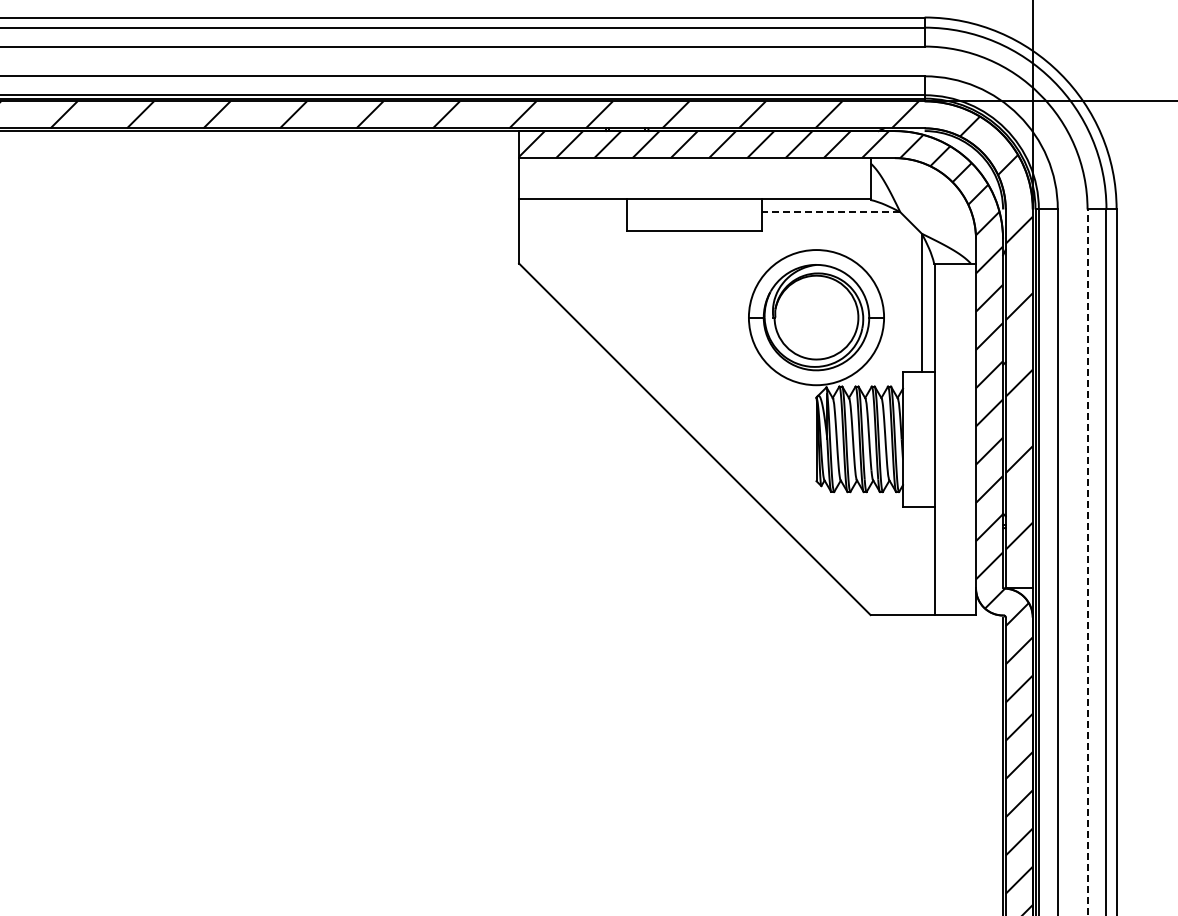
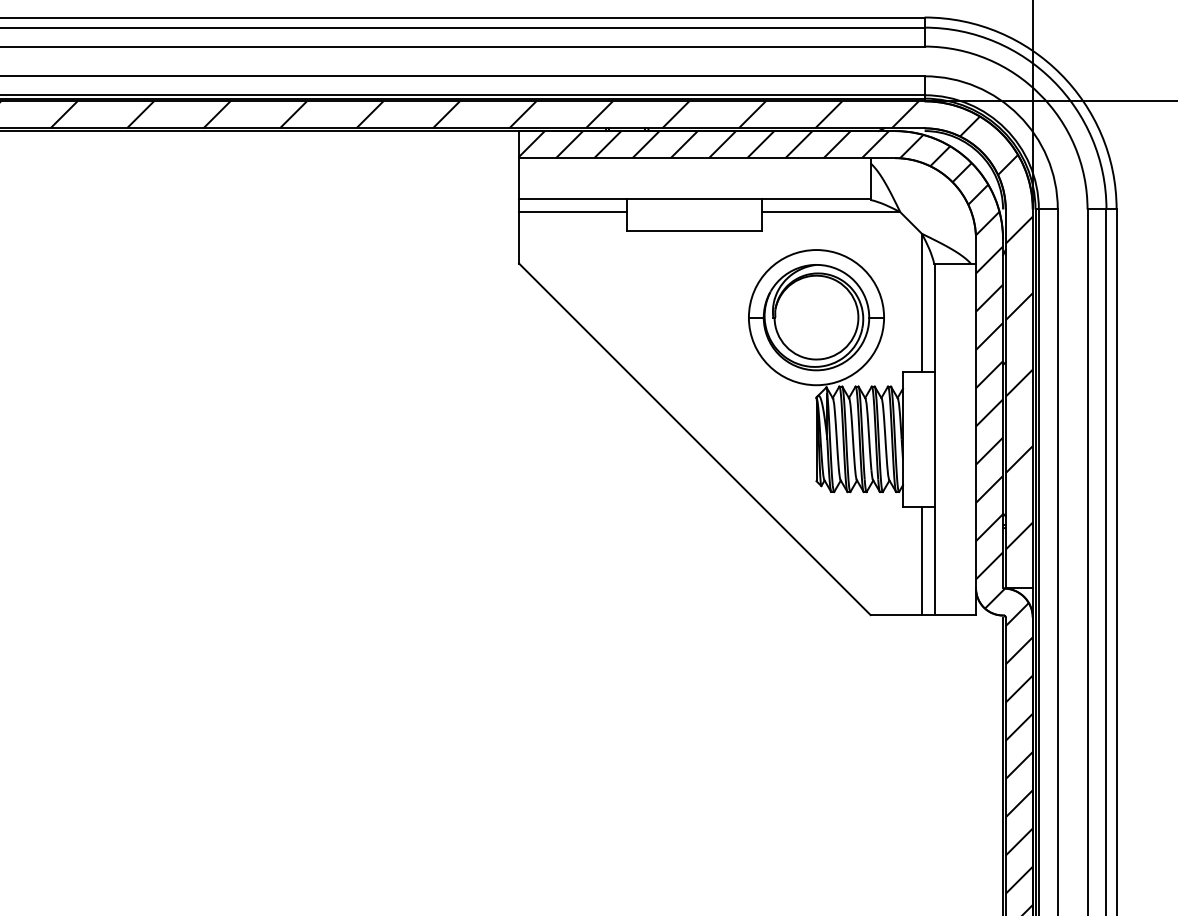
line at (573, 212): none -> present
line at (831, 212): dashed -> solid
line at (921, 560): none -> present
line at (1087, 562): dashed -> solid
